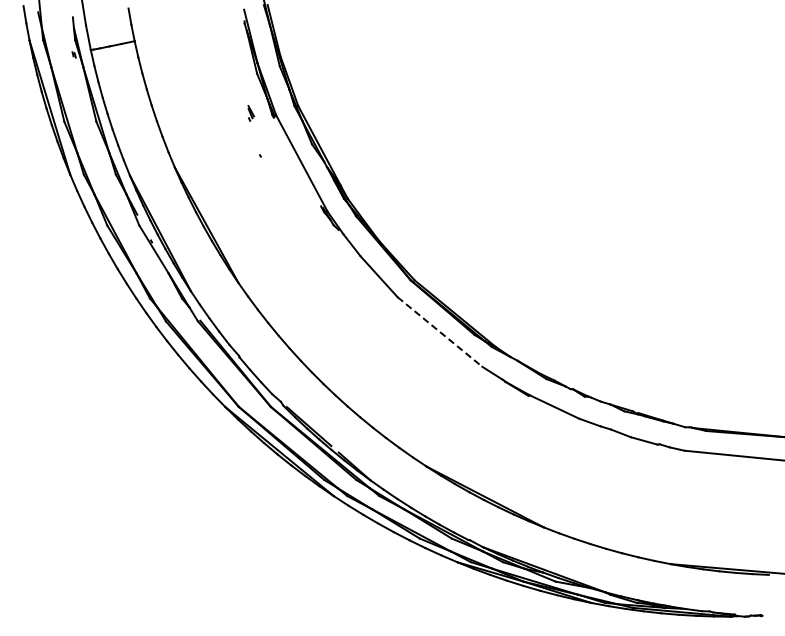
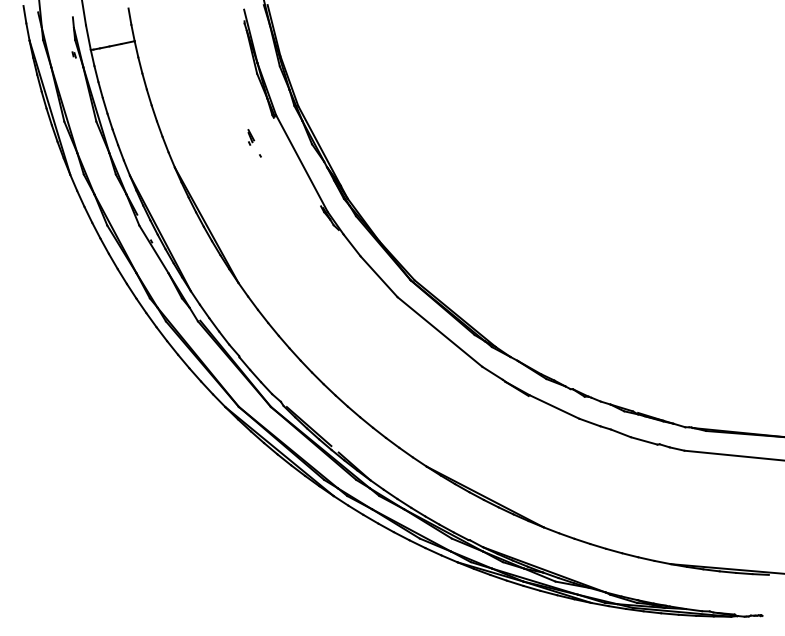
part at (251, 113) position: (251, 113) -> (251, 137)
line at (439, 332): dashed -> solid
